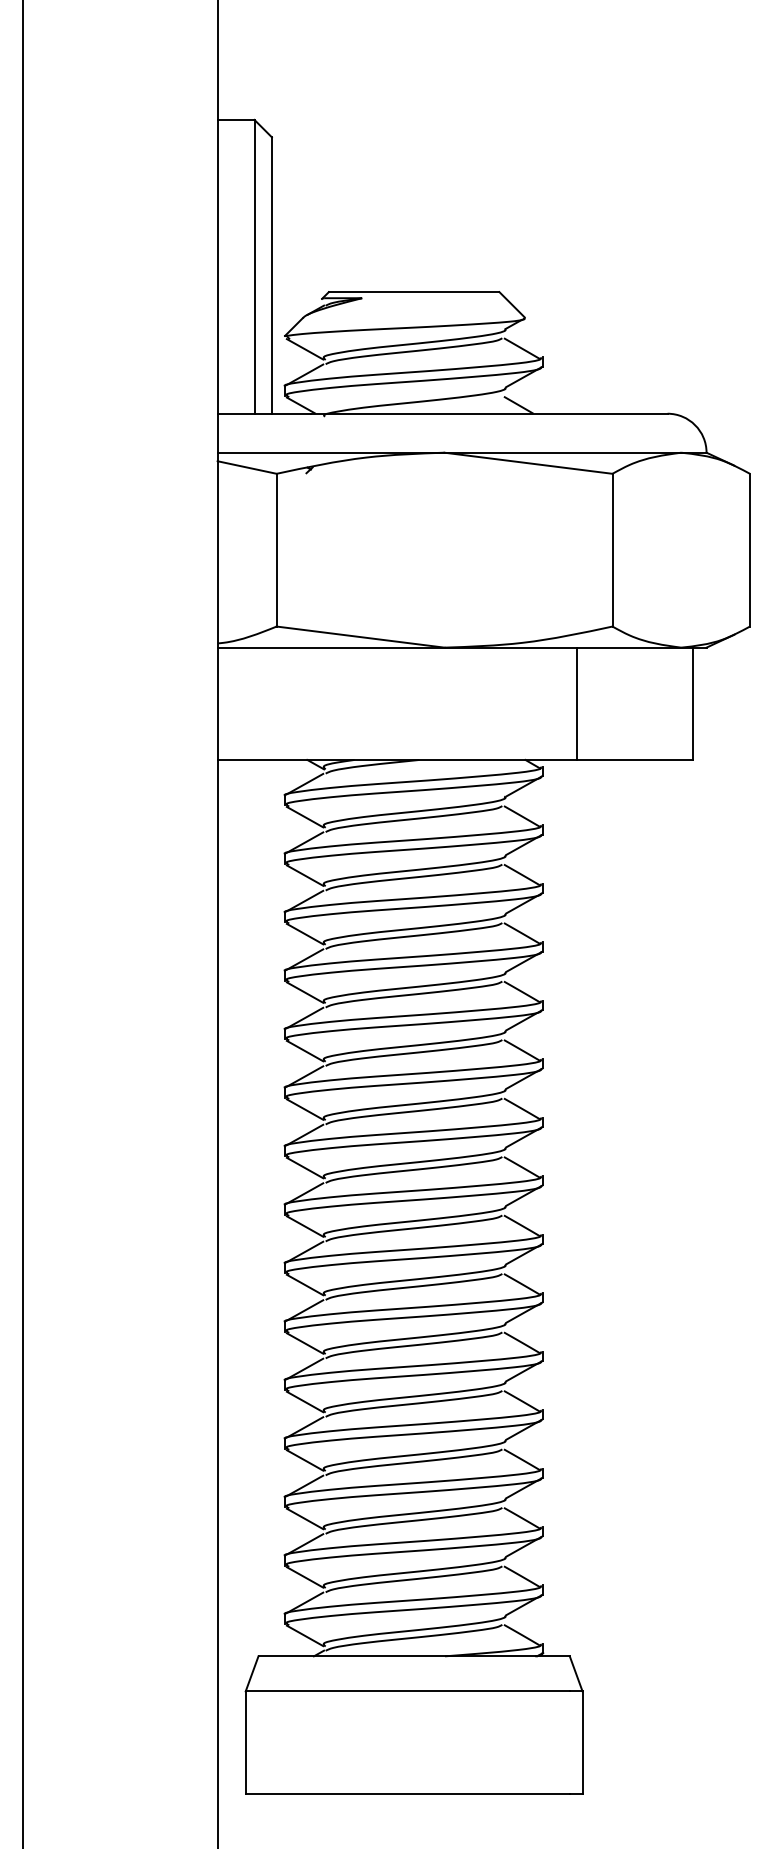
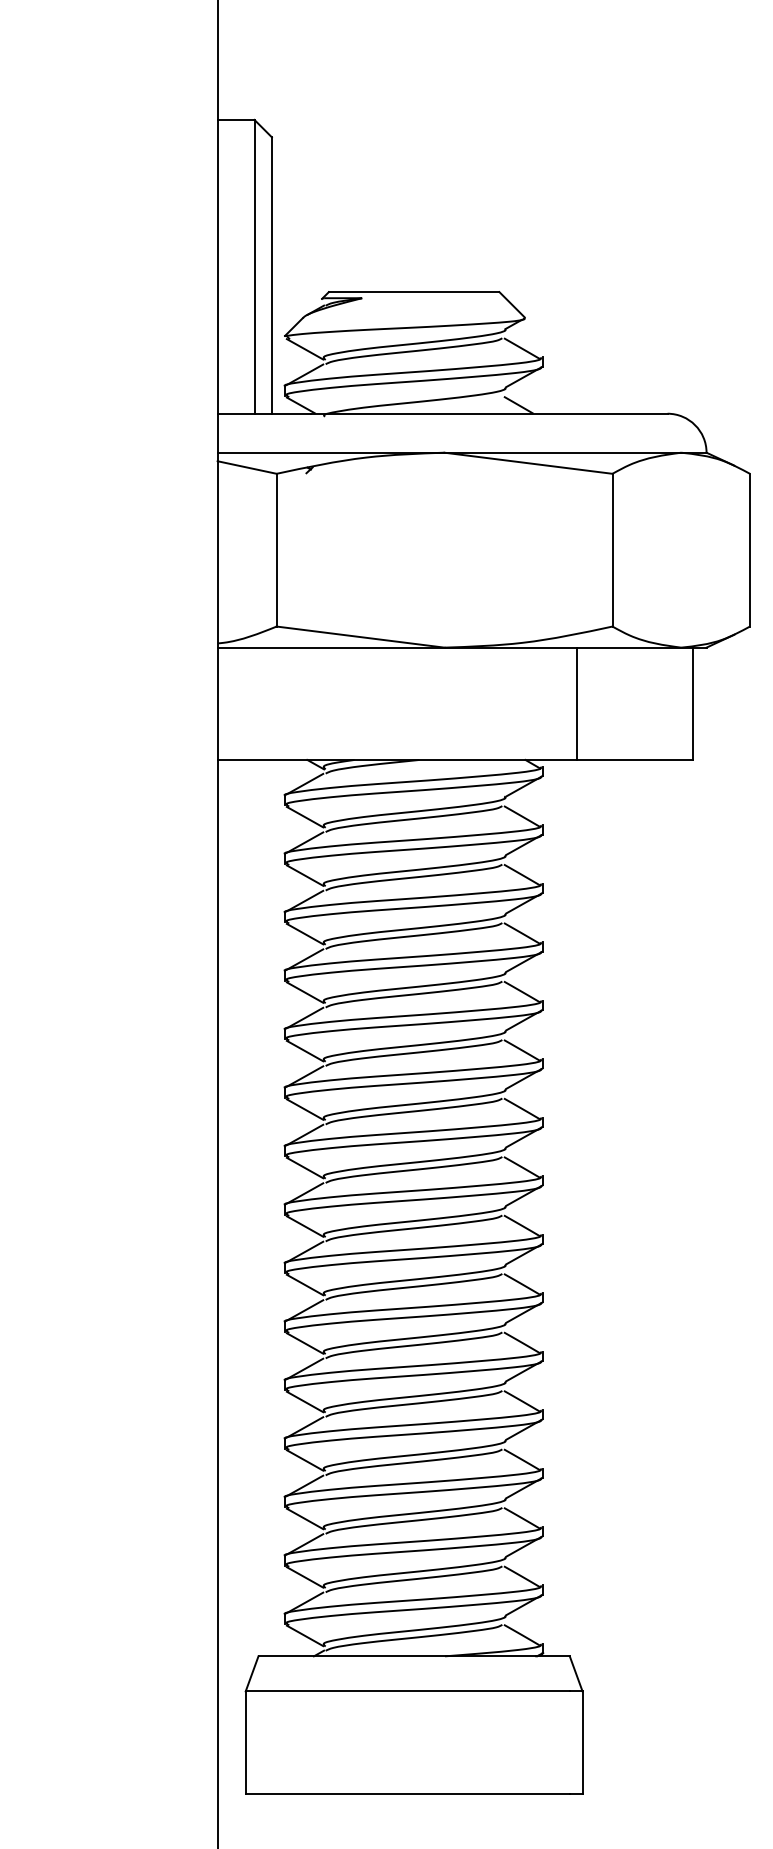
line at (23, 923): present -> none
